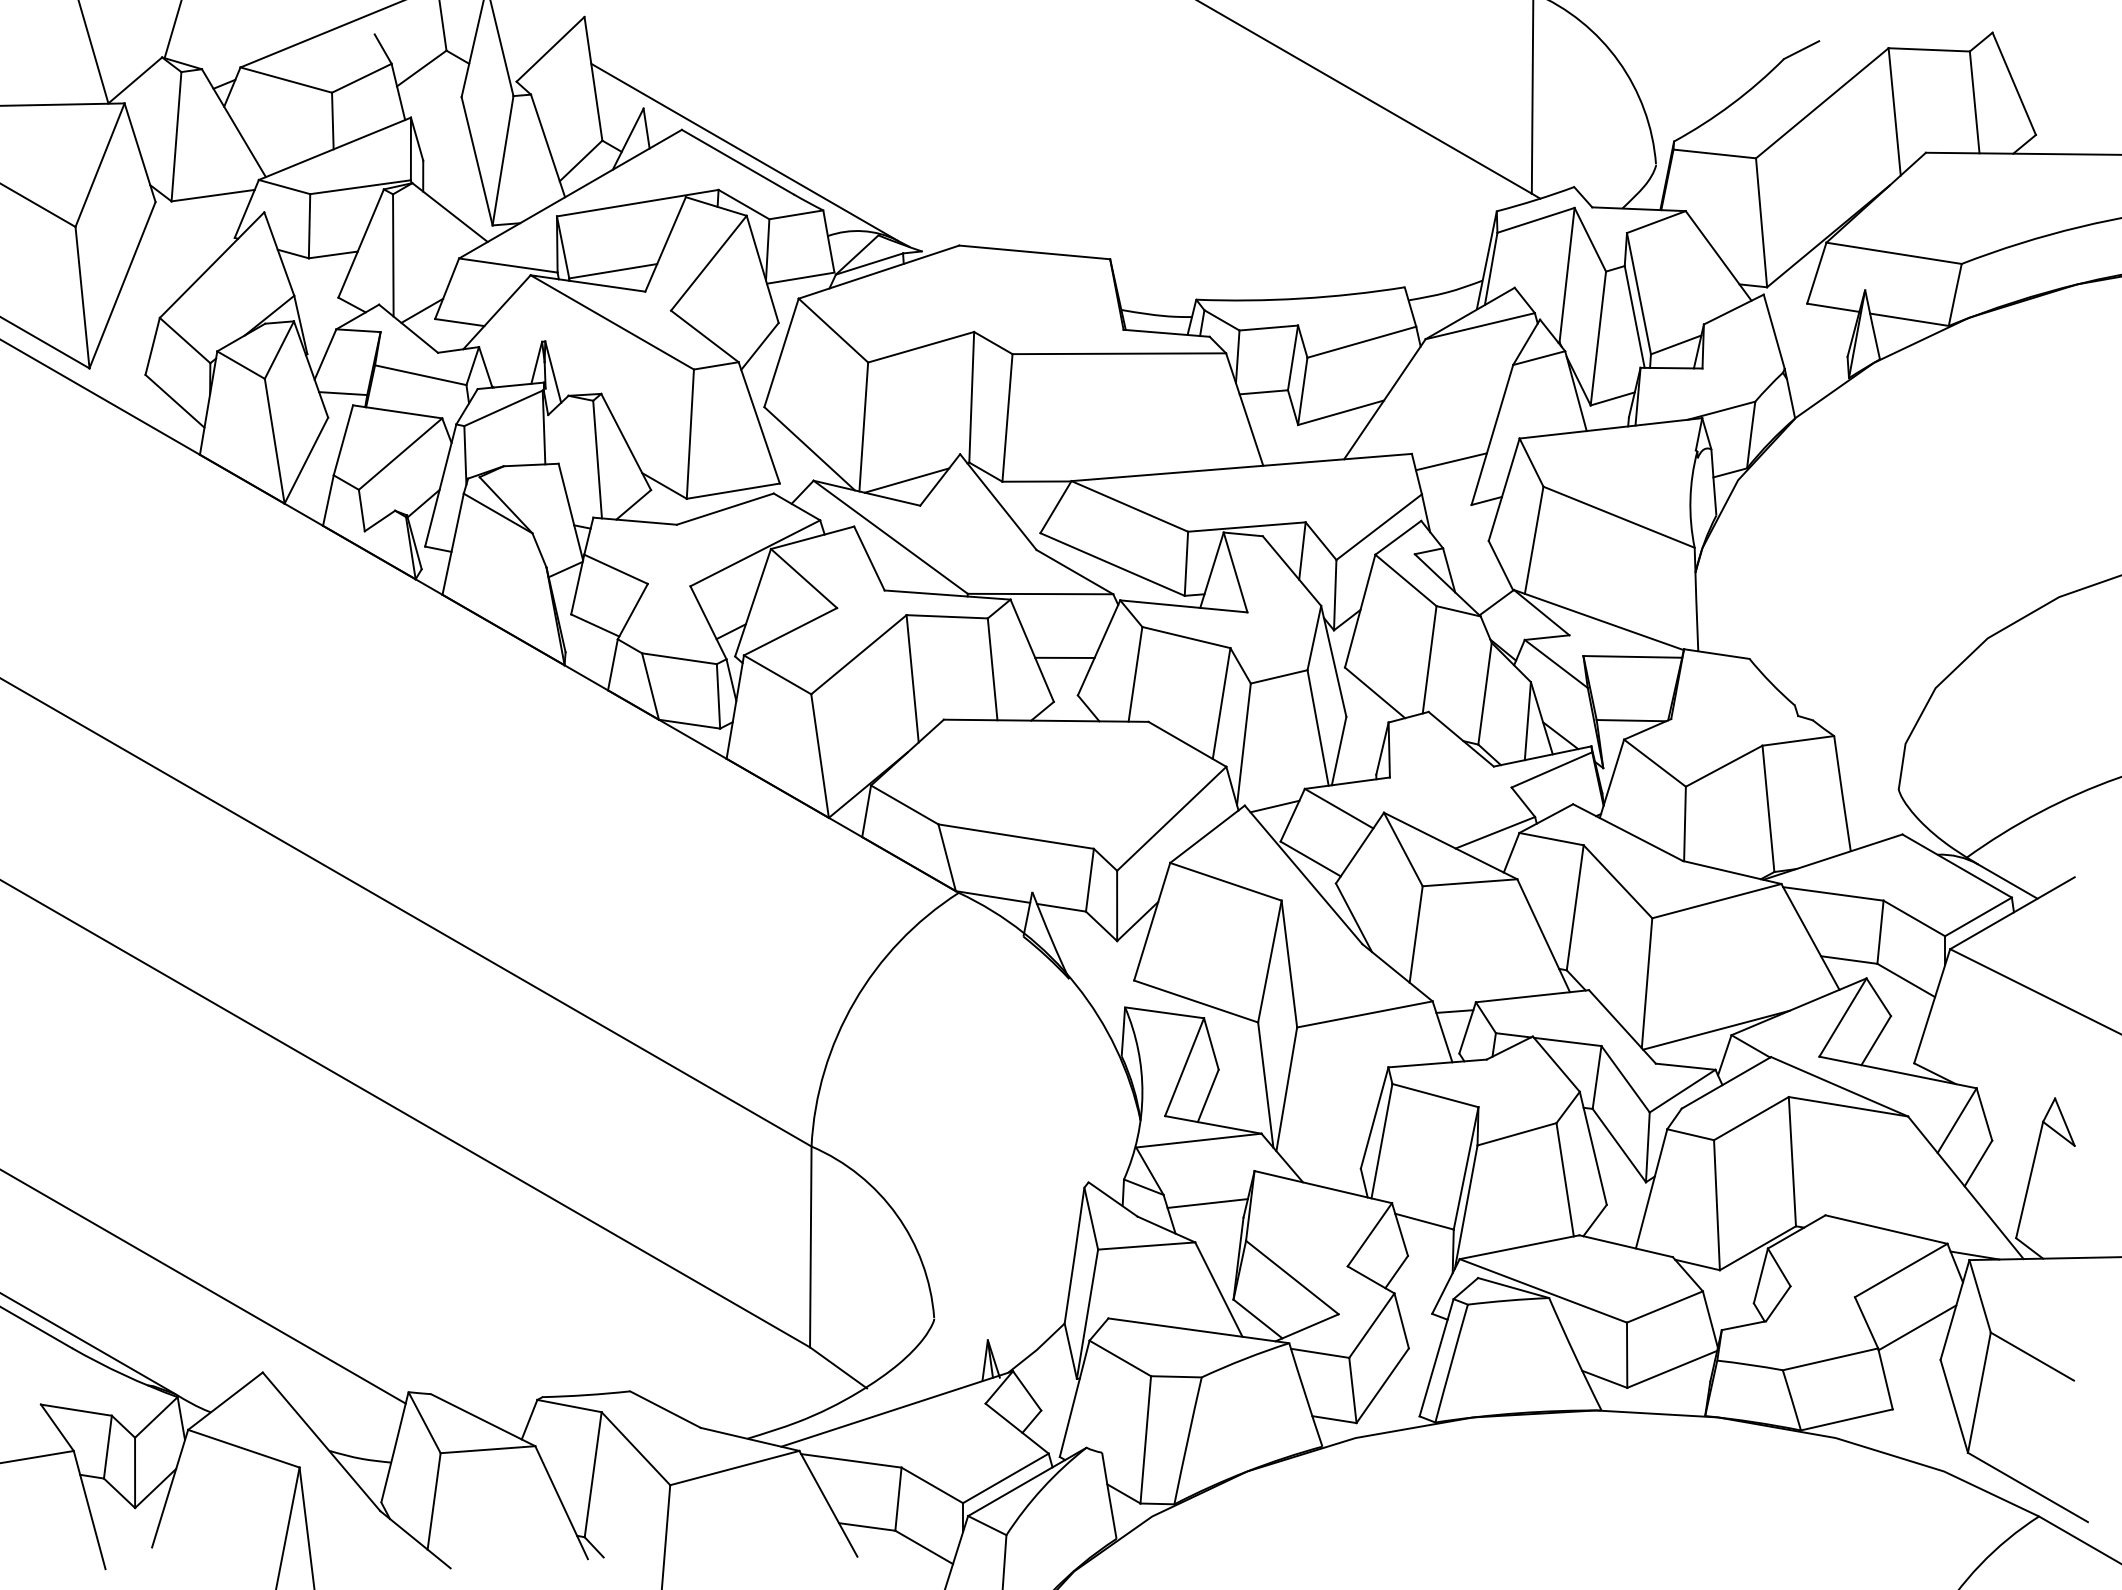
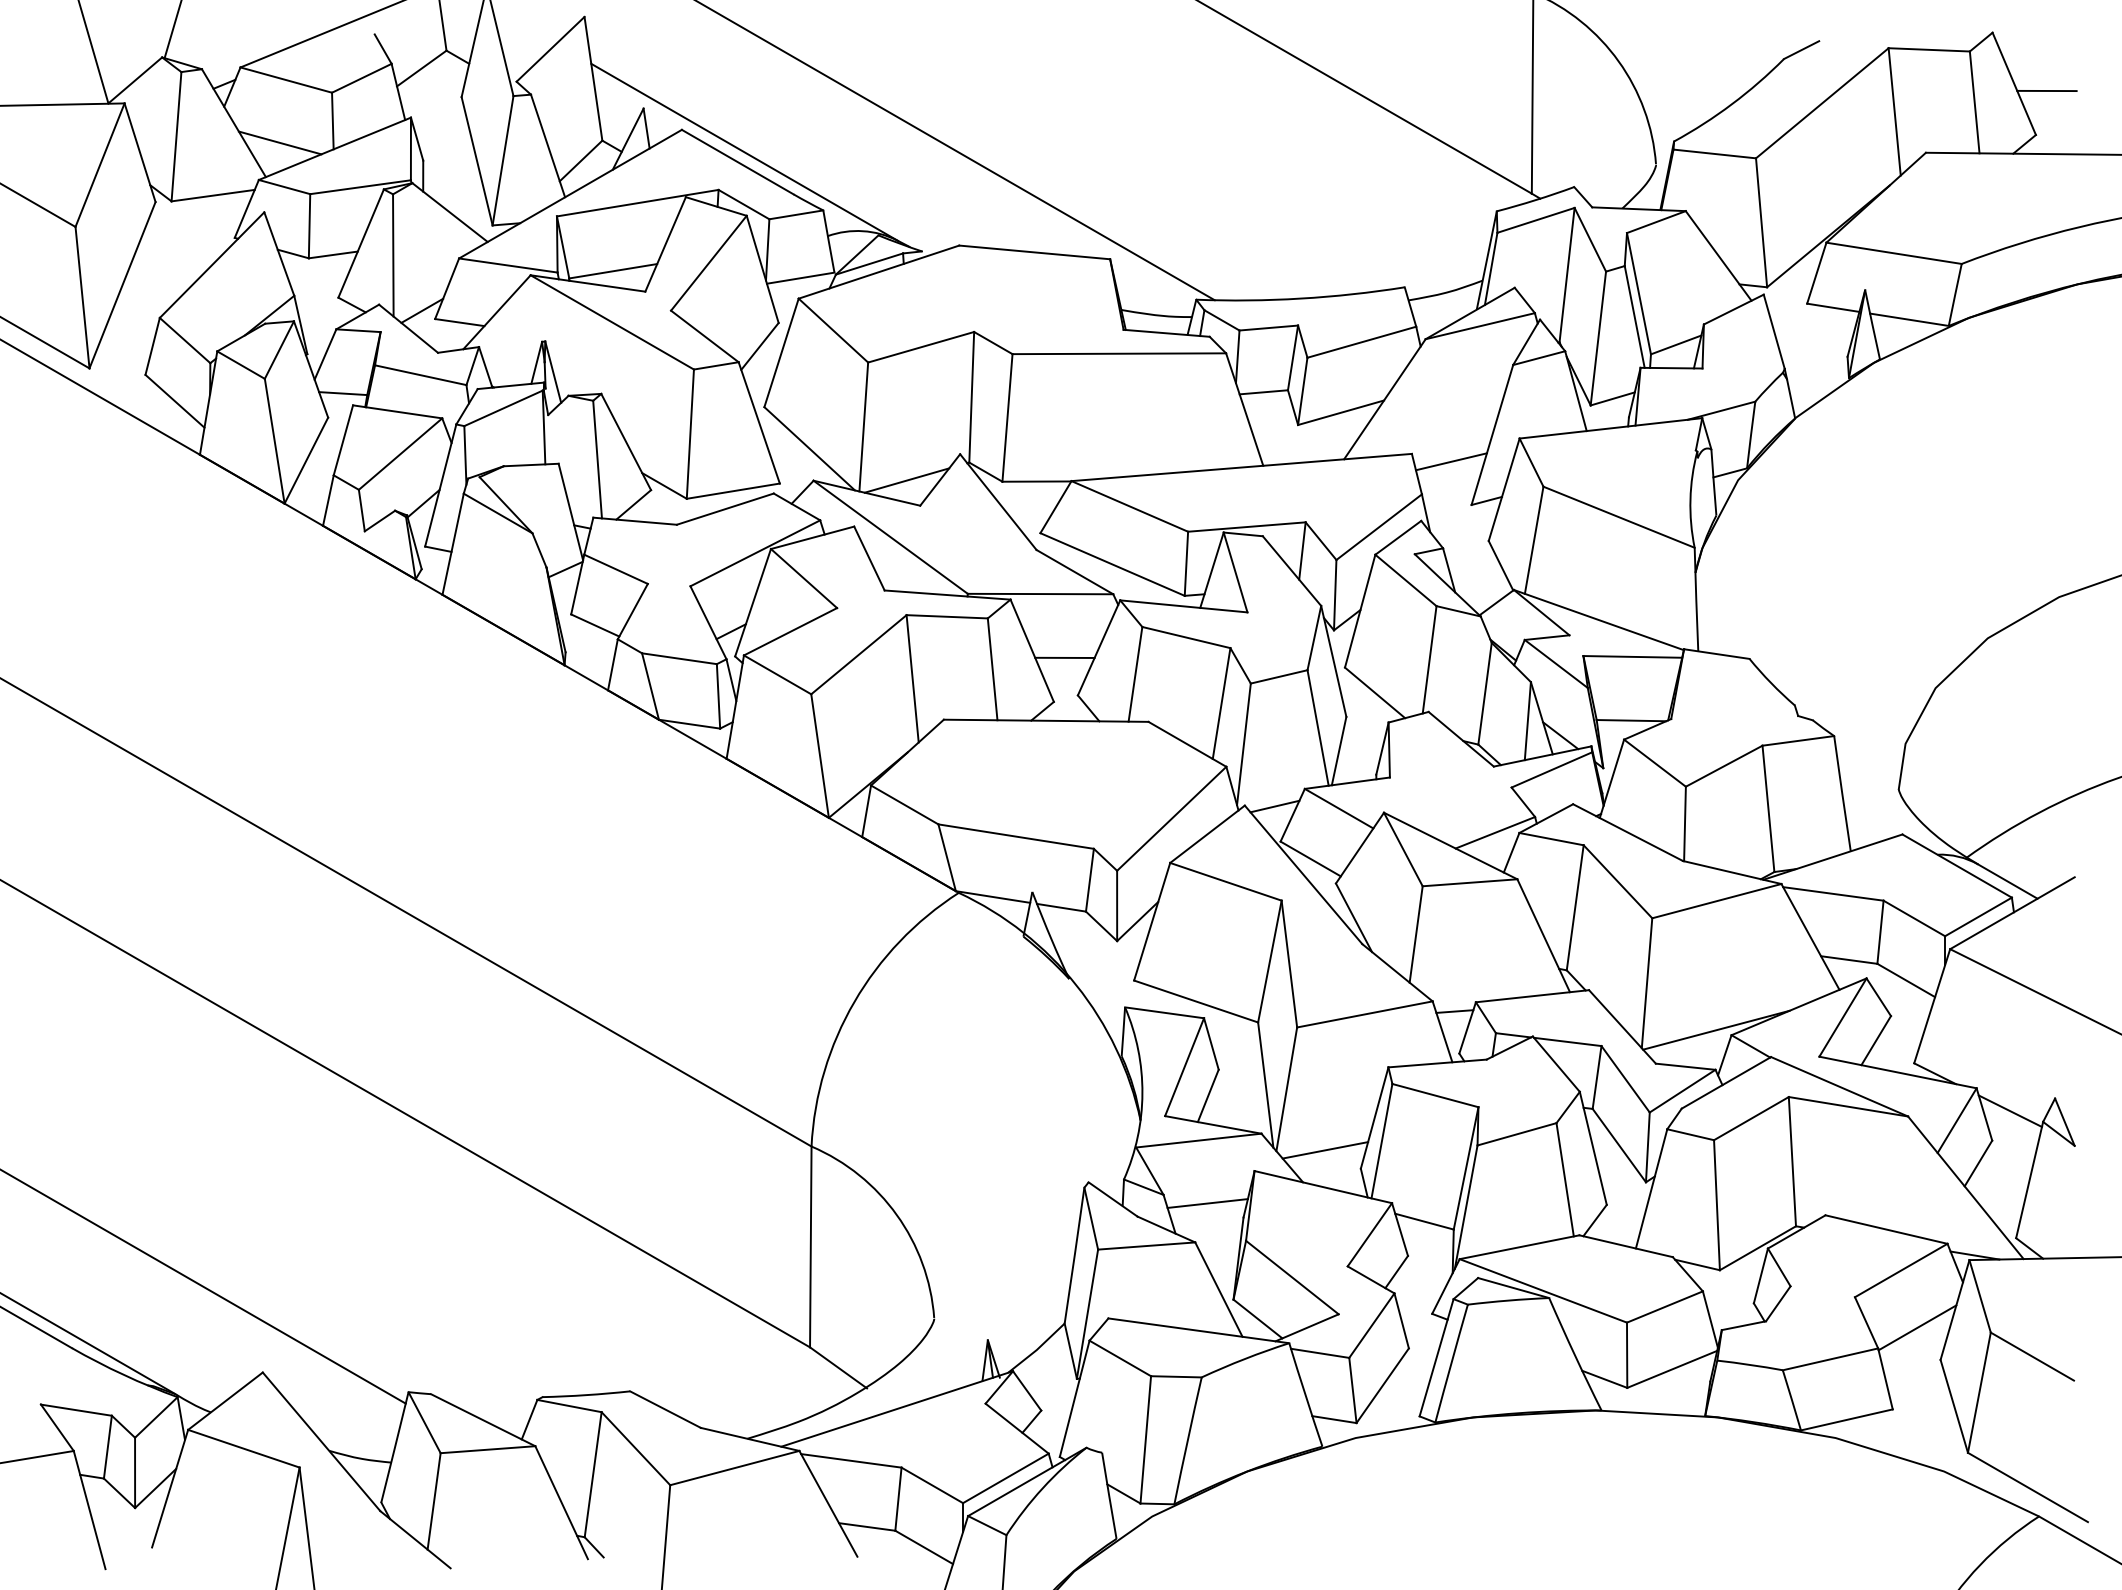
line at (2046, 90): none -> present
line at (279, 142): none -> present
line at (956, 151): none -> present
line at (2009, 1110): none -> present
line at (1325, 1150): none -> present
